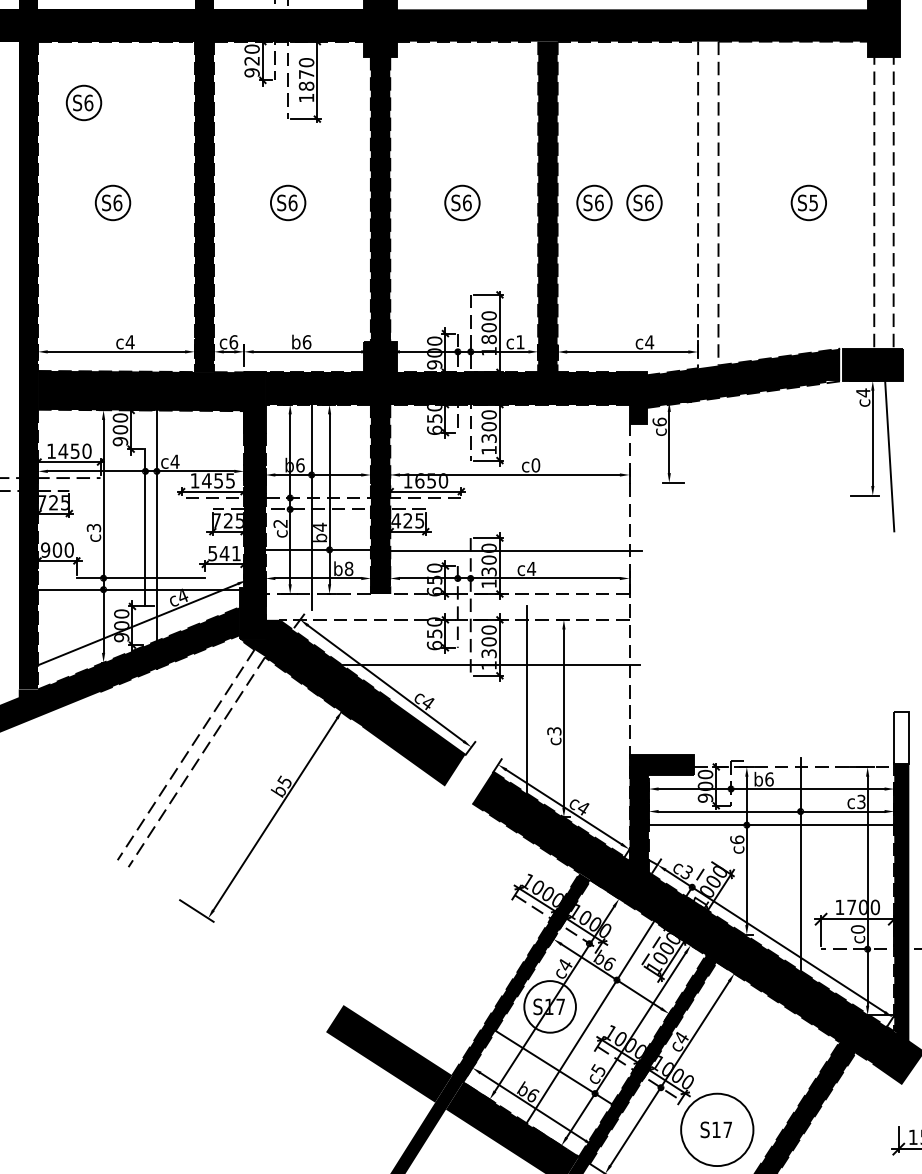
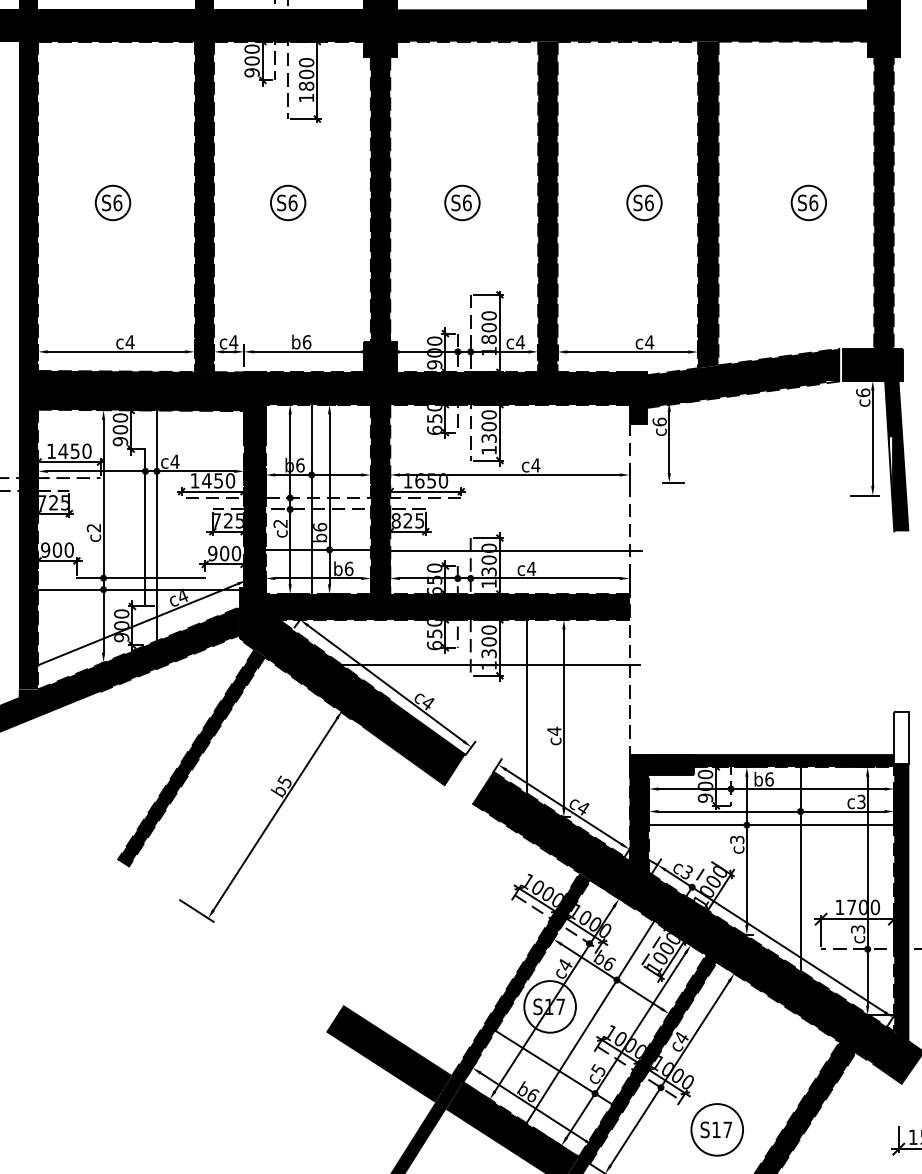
text at (251, 60): 920 -> 900
text at (306, 74): 1870 -> 1800
part at (83, 102): present -> none
part at (594, 202): present -> none
text at (813, 202): S5 -> S6
fill at (883, 202): none -> present
fill at (708, 204): none -> present
text at (233, 342): c6 -> c4
text at (520, 342): c1 -> c4
text at (863, 392): c4 -> c6
fill at (897, 455): none -> present
text at (535, 465): c0 -> c4
text at (230, 480): 1455 -> 1450
text at (395, 520): 425 -> 825
text at (320, 526): b4 -> b6
text at (94, 528): c3 -> c2
text at (224, 553): 541 -> 900
text at (348, 568): b8 -> b6
fill at (447, 606): none -> present
text at (554, 730): c3 -> c4
fill at (191, 758): none -> present
fill at (772, 760): none -> present
text at (737, 839): c6 -> c3
text at (858, 929): c0 -> c3
circle at (717, 1129) diameter: 72 px -> 52 px
